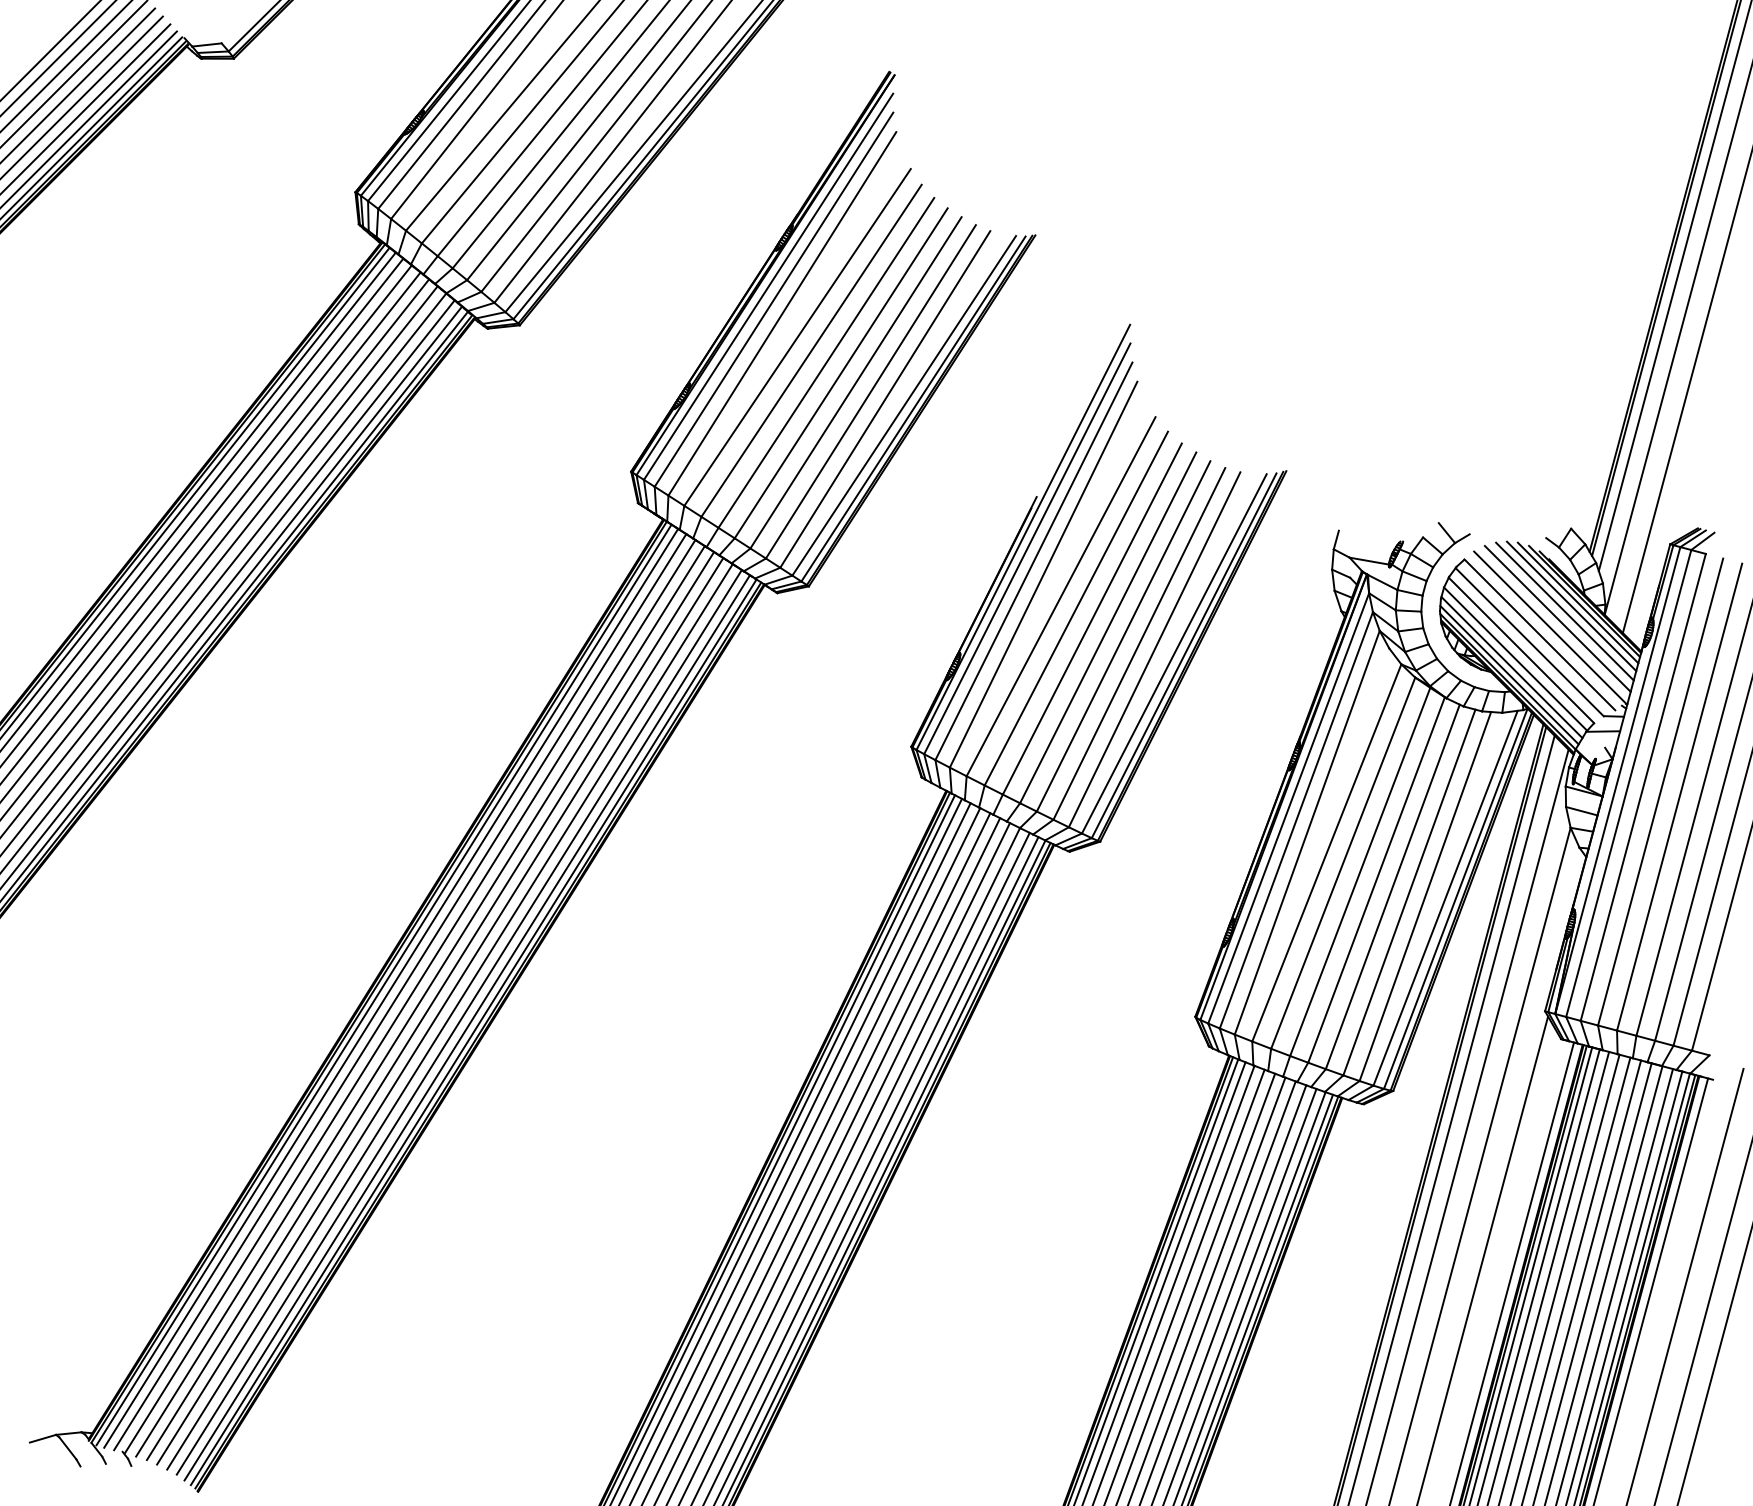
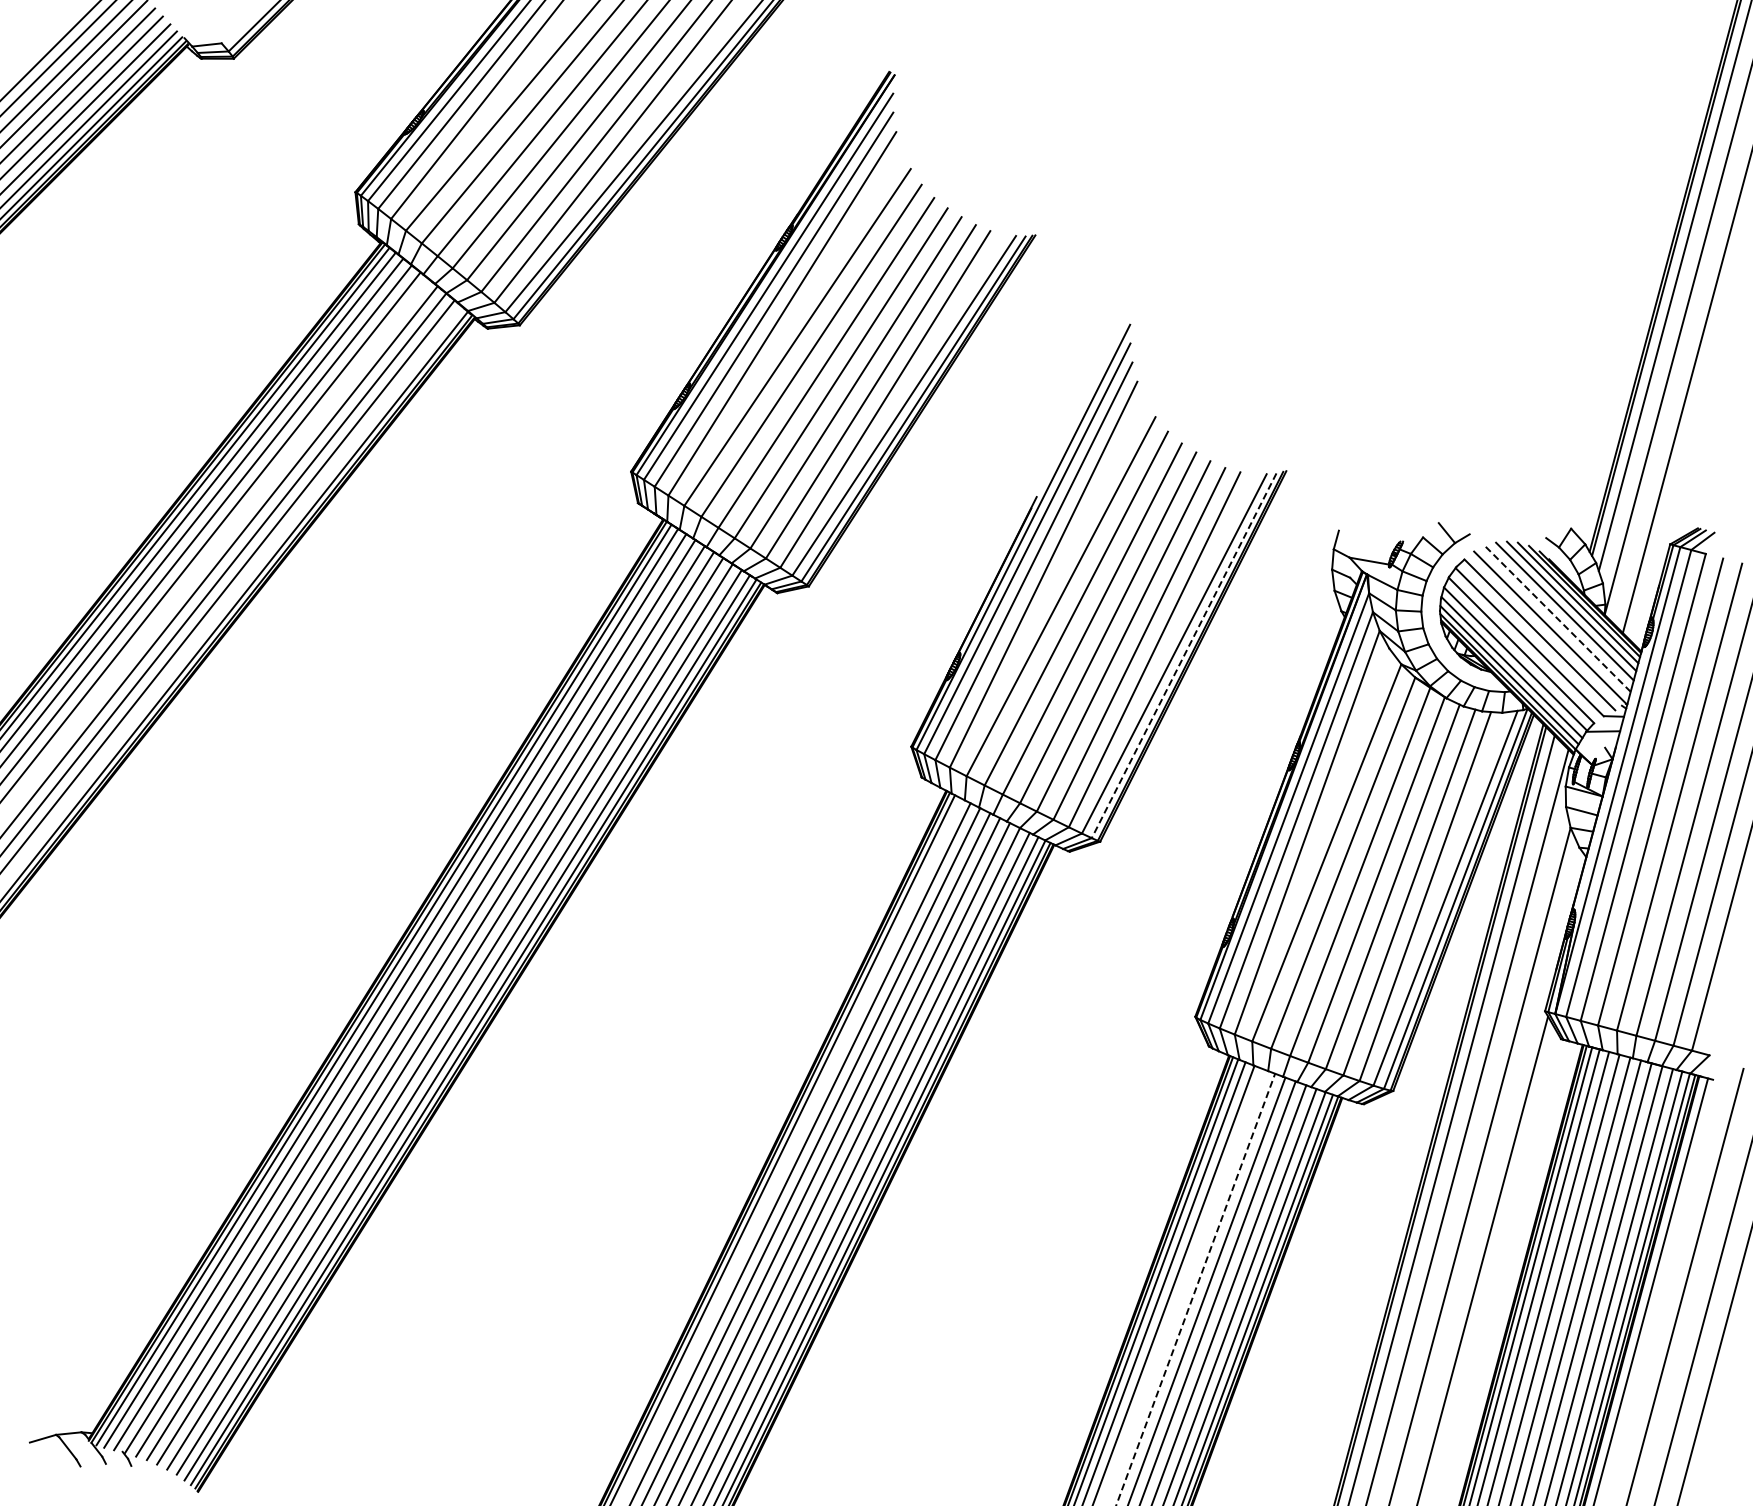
line at (215, 548): present -> none
line at (232, 596): present -> none
line at (1557, 618): solid -> dashed
line at (1183, 656): solid -> dashed
line at (791, 1150): present -> none
line at (1512, 1272): present -> none
line at (1184, 1285): present -> none
line at (1195, 1289): solid -> dashed
